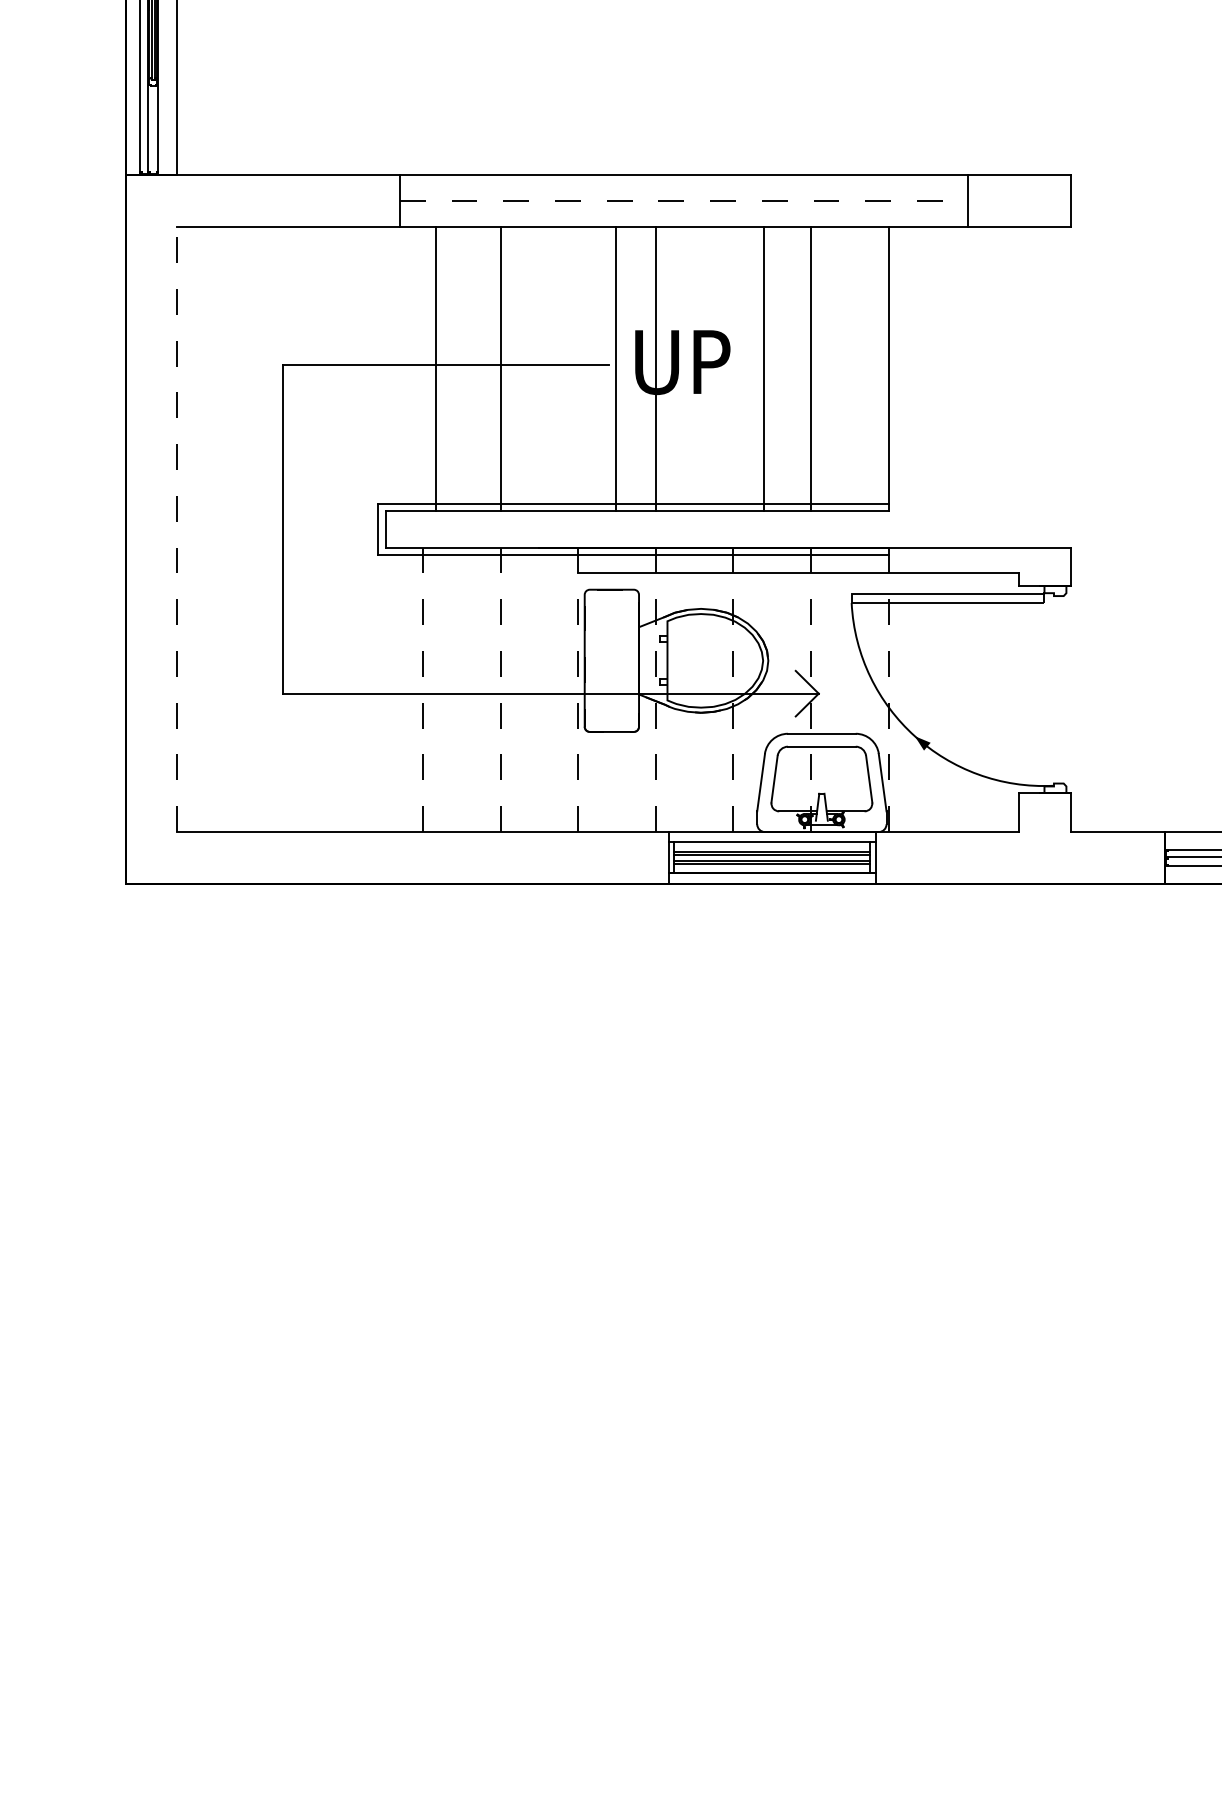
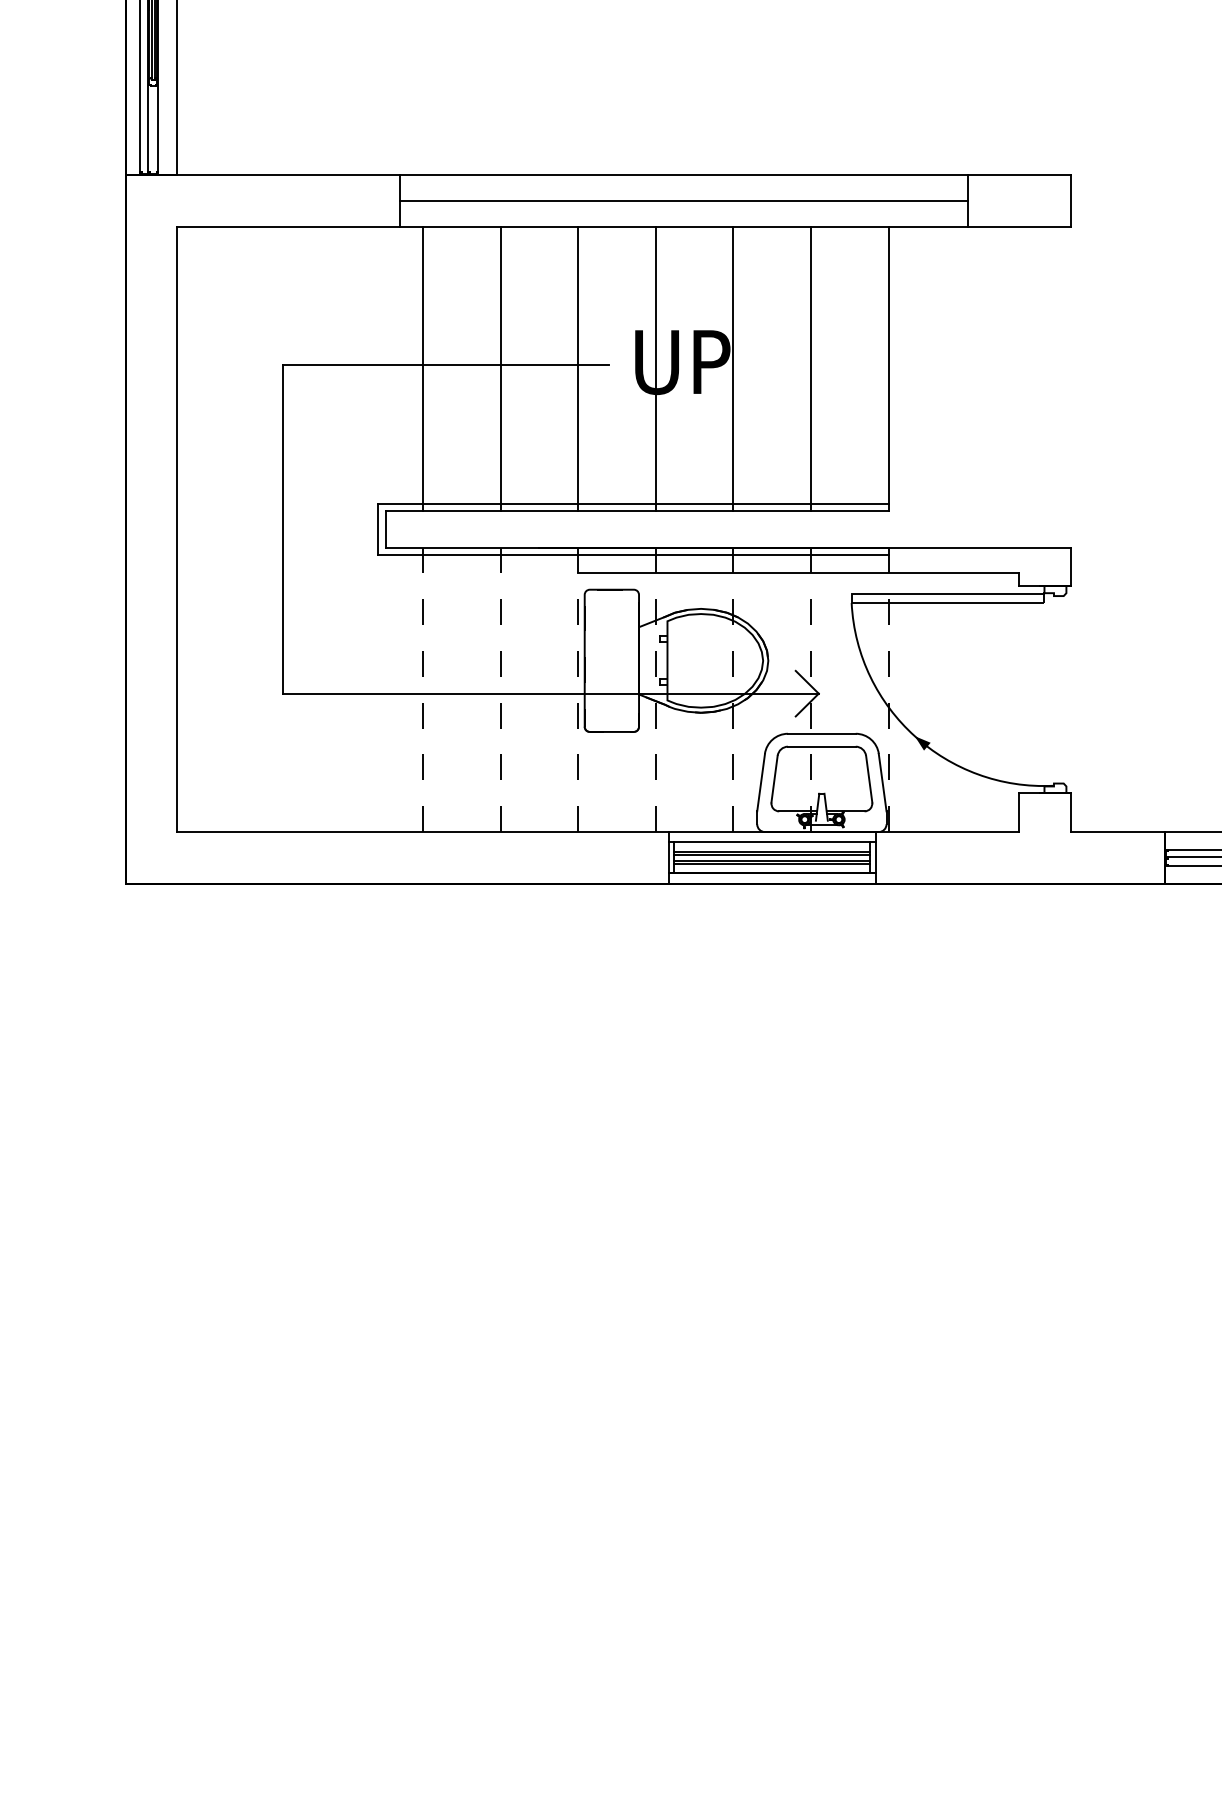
line at (683, 200): dashed -> solid
line at (436, 368) position: (436, 368) -> (423, 368)
line at (616, 368) position: (616, 368) -> (578, 368)
line at (764, 368) position: (764, 368) -> (733, 368)
line at (177, 529): dashed -> solid
